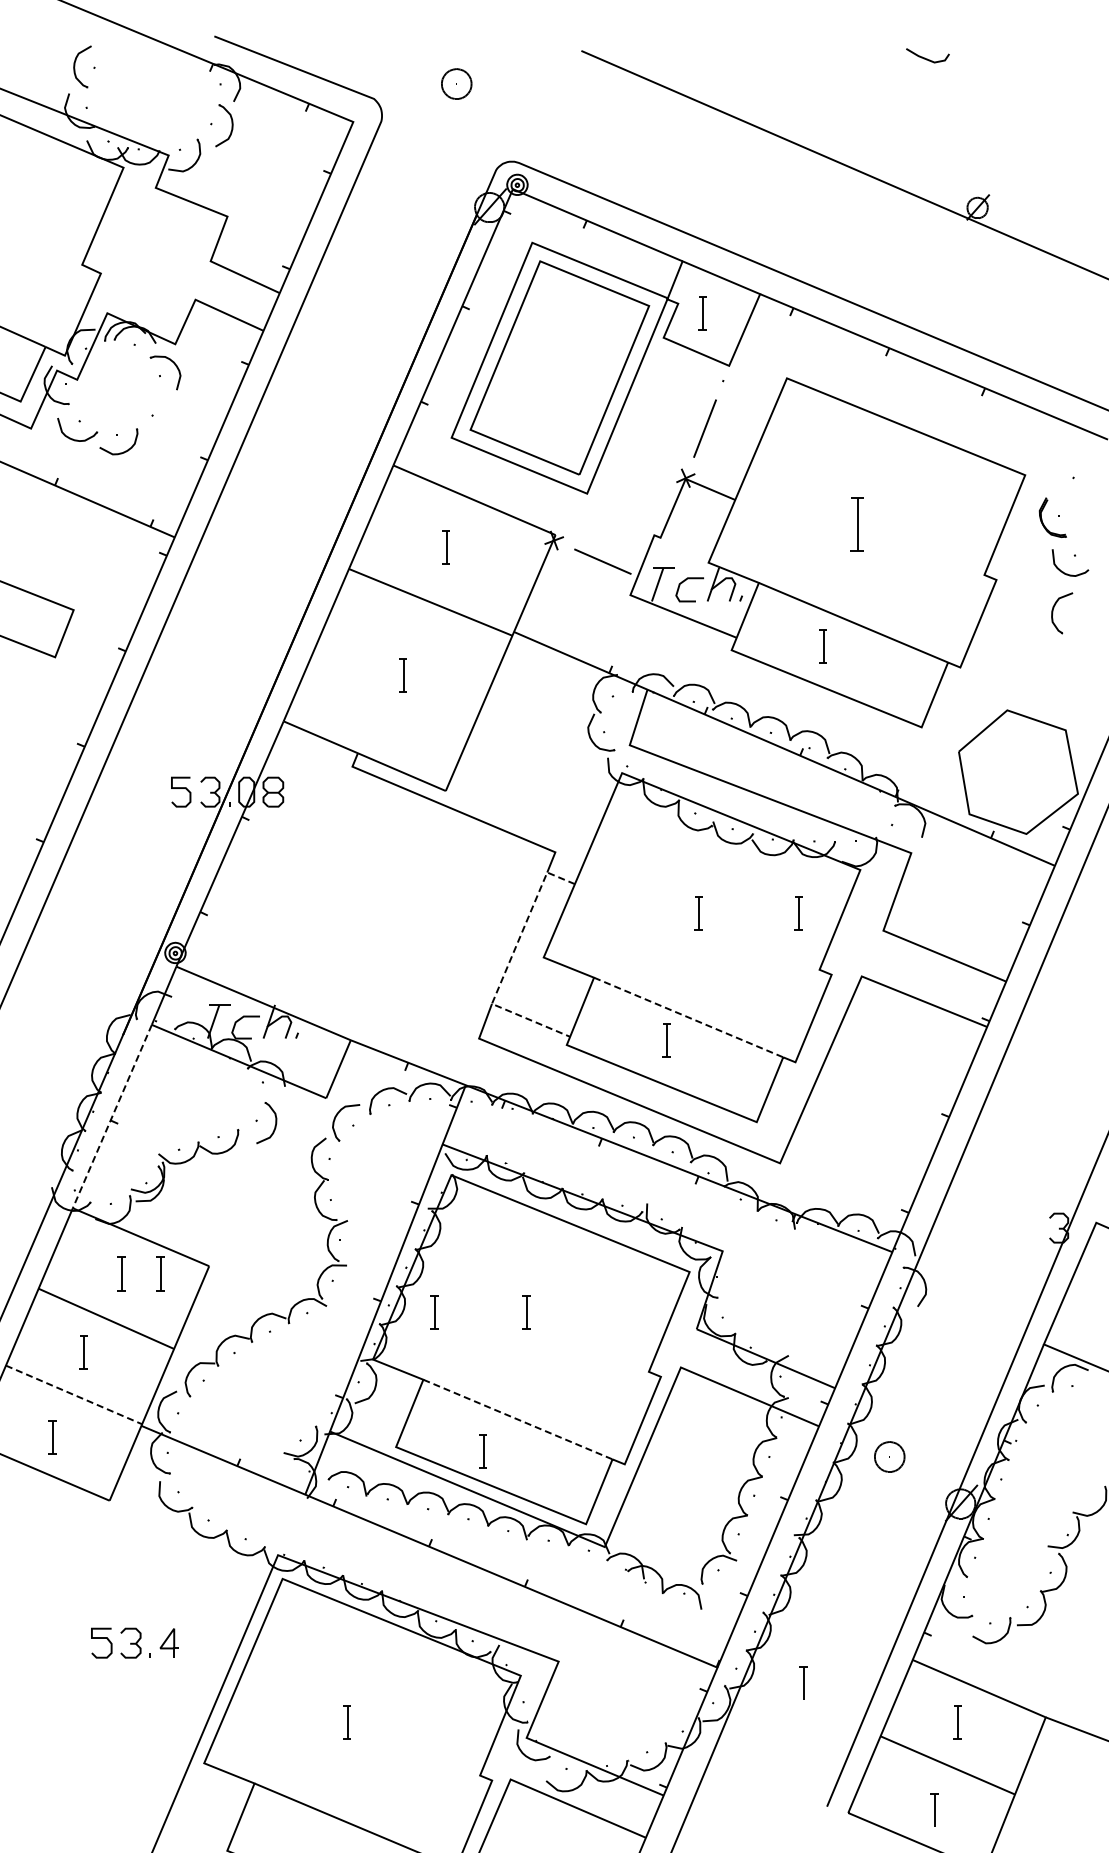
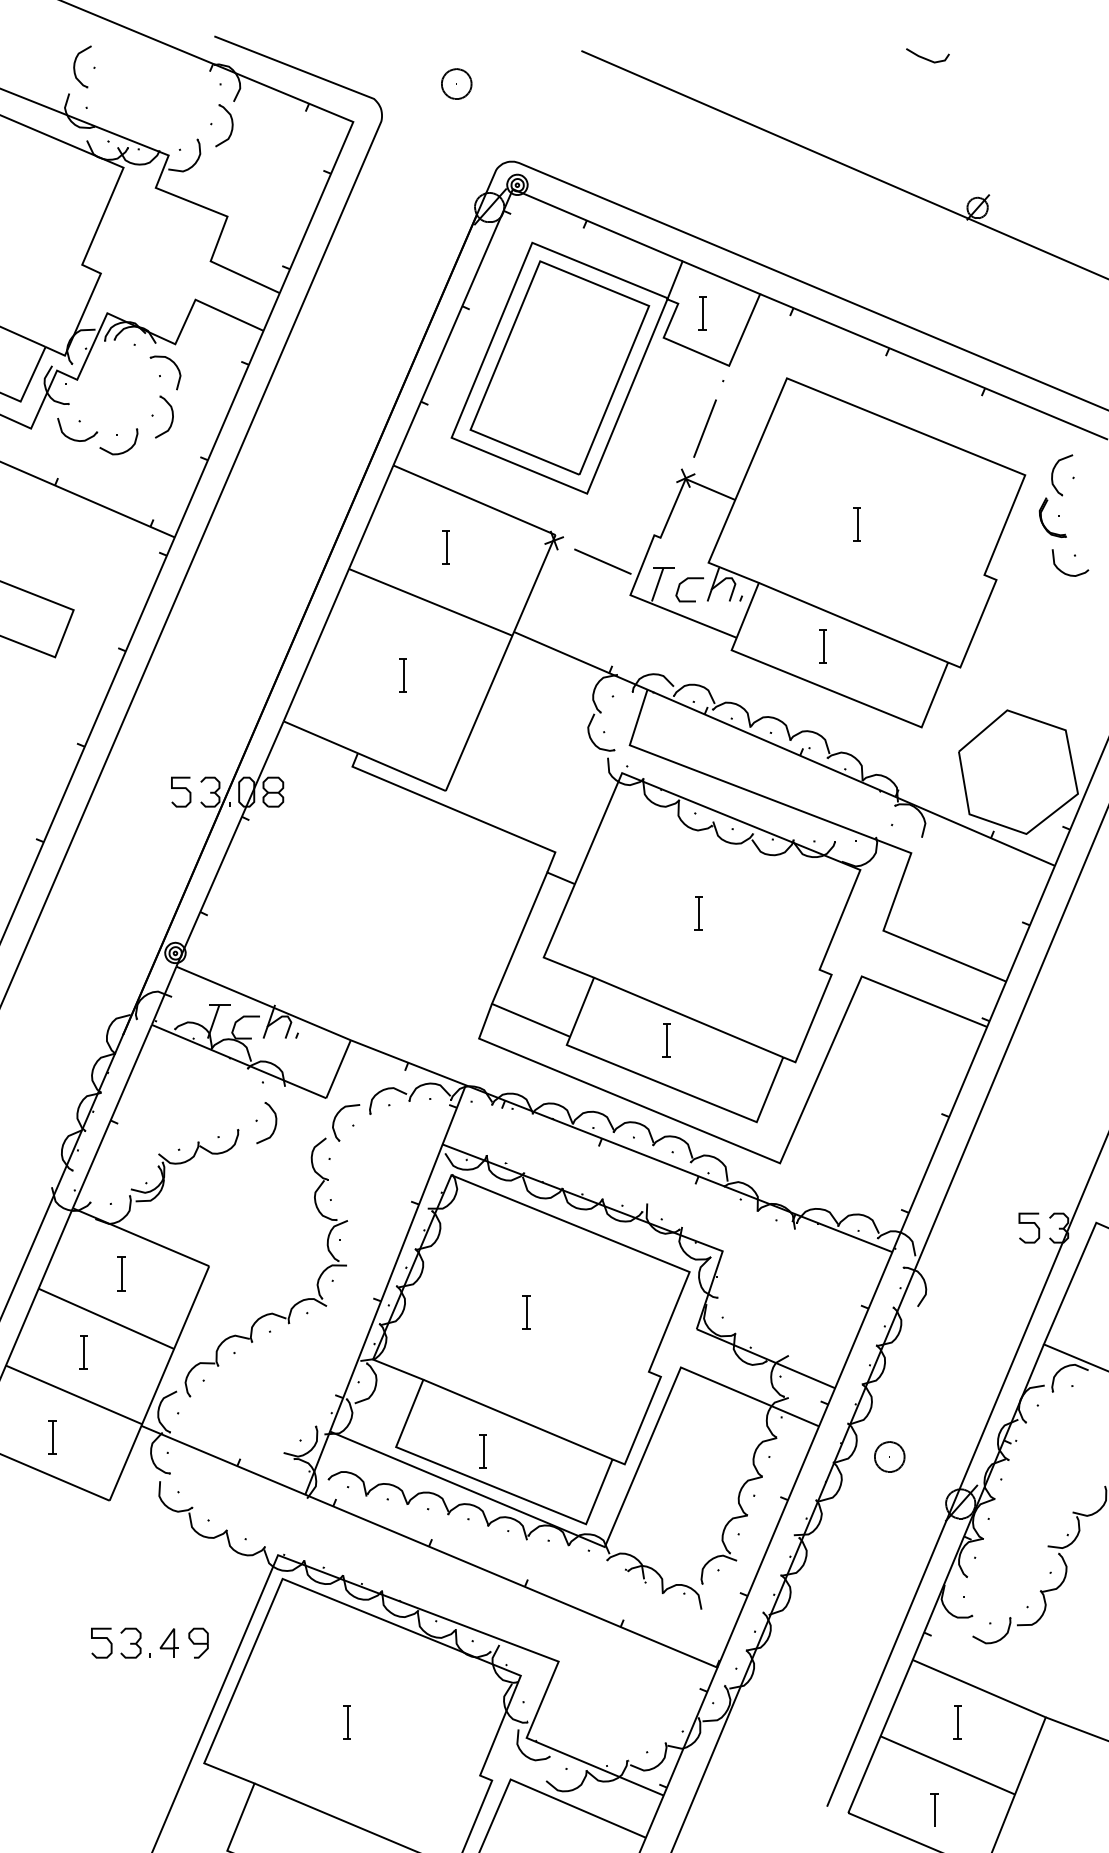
part at (171, 413): none -> present
part at (856, 524) size: 14x55 px -> 8x35 px
part at (1053, 613) position: (1053, 613) -> (1053, 475)
part at (798, 913): present -> none
line at (509, 963): dashed -> solid
line at (688, 1017): dashed -> solid
line at (112, 1116): dashed -> solid
curve at (1029, 1223): none -> present
part at (160, 1273): present -> none
part at (434, 1312): present -> none
line at (73, 1394): dashed -> solid
line at (517, 1419): dashed -> solid
part at (198, 1642): none -> present
part at (803, 1682): present -> none
